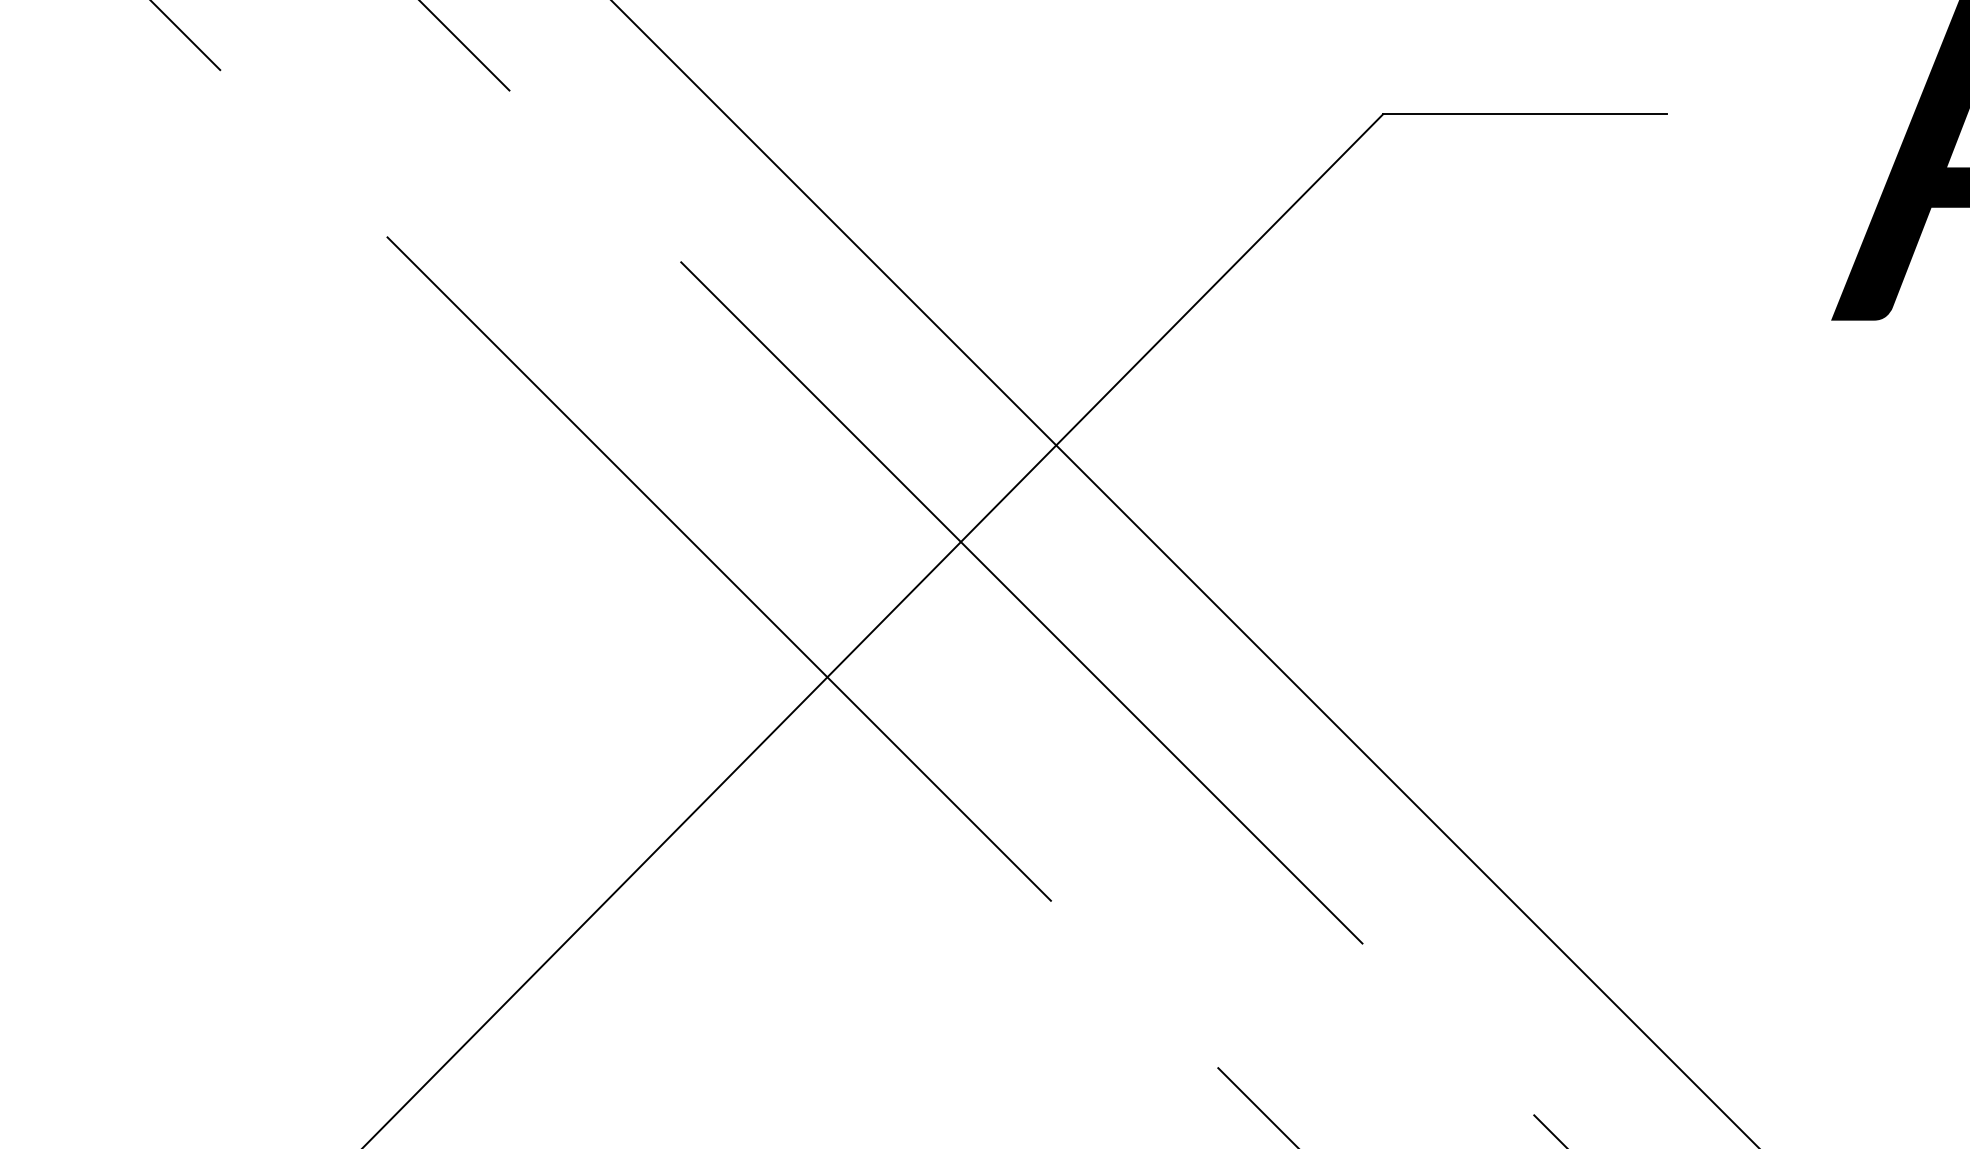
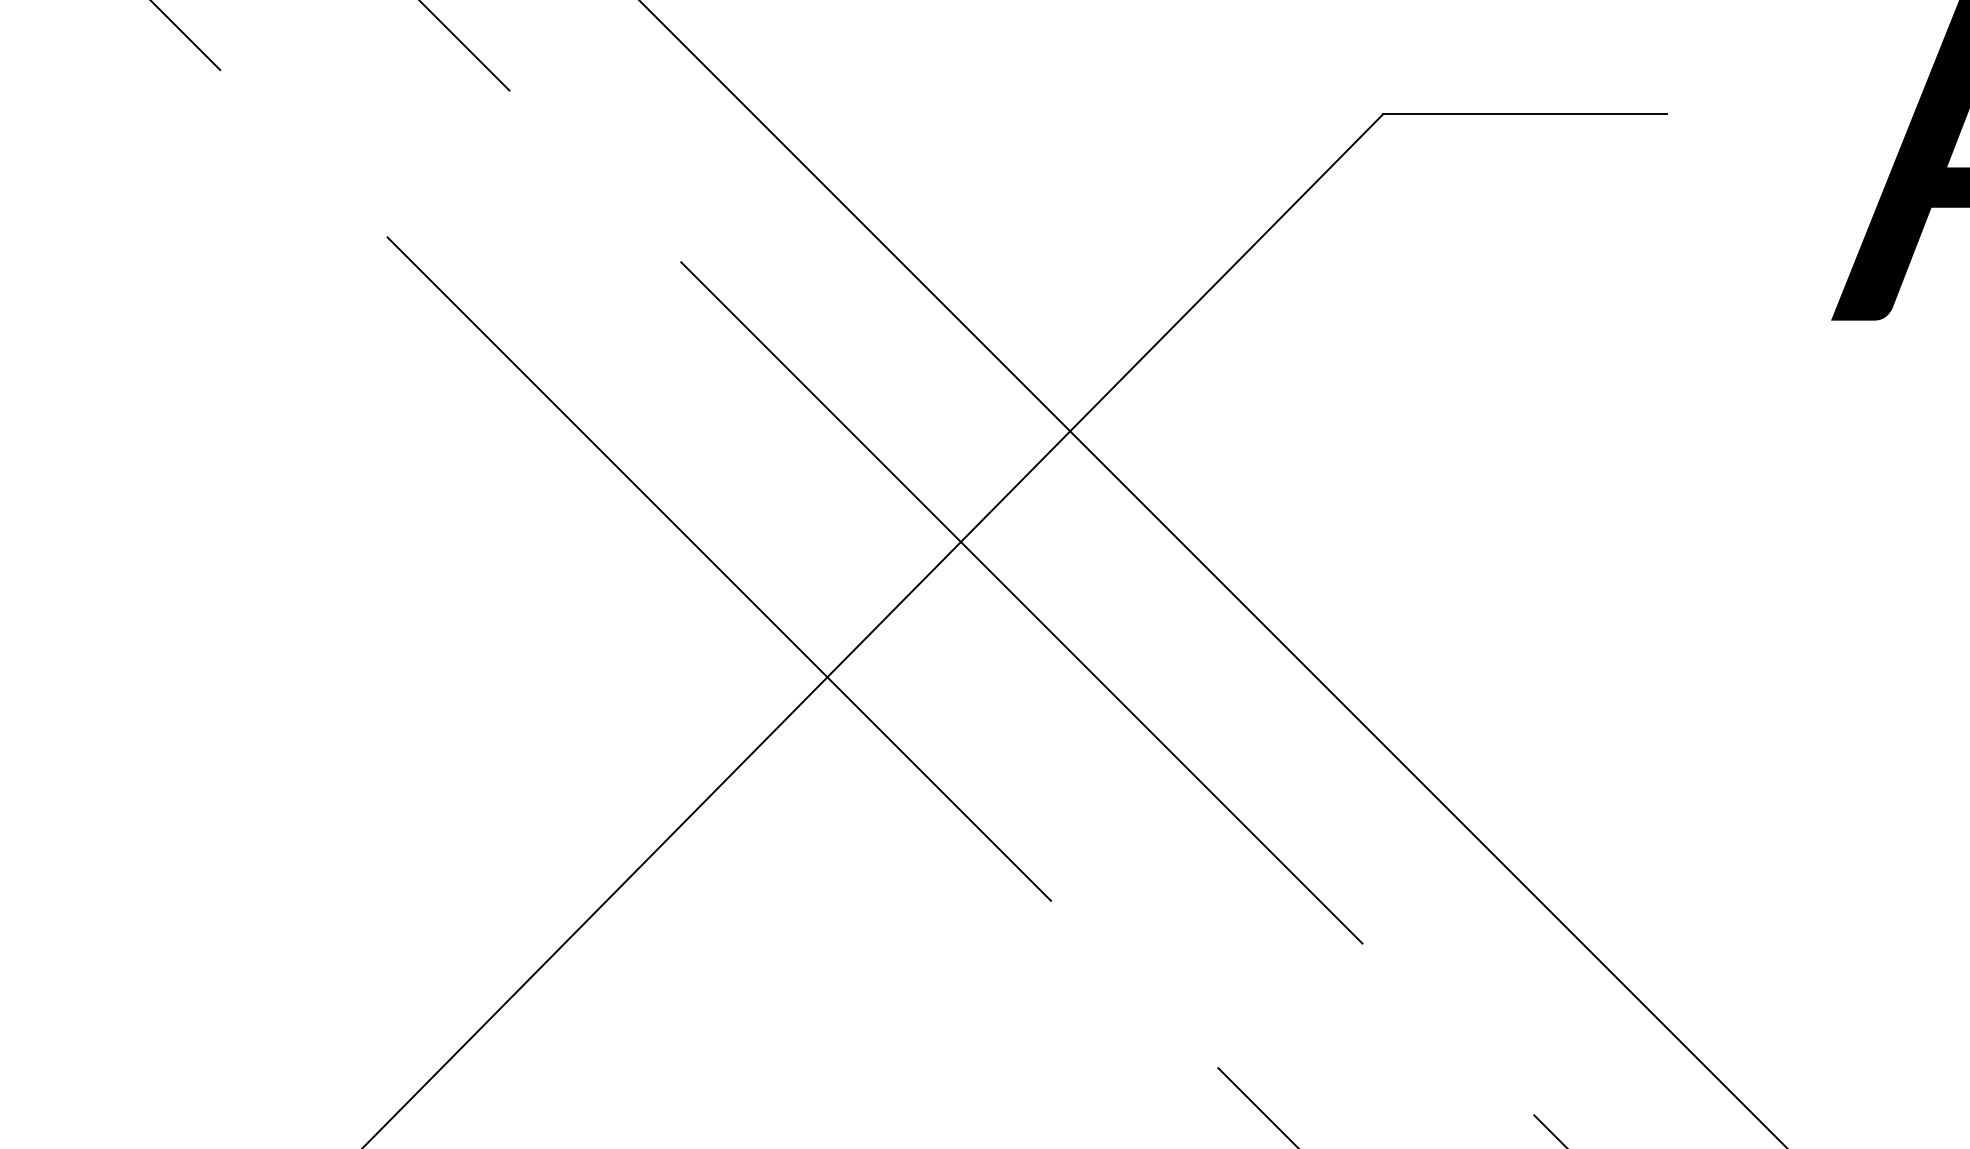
line at (1184, 573) position: (1184, 573) -> (1212, 573)
